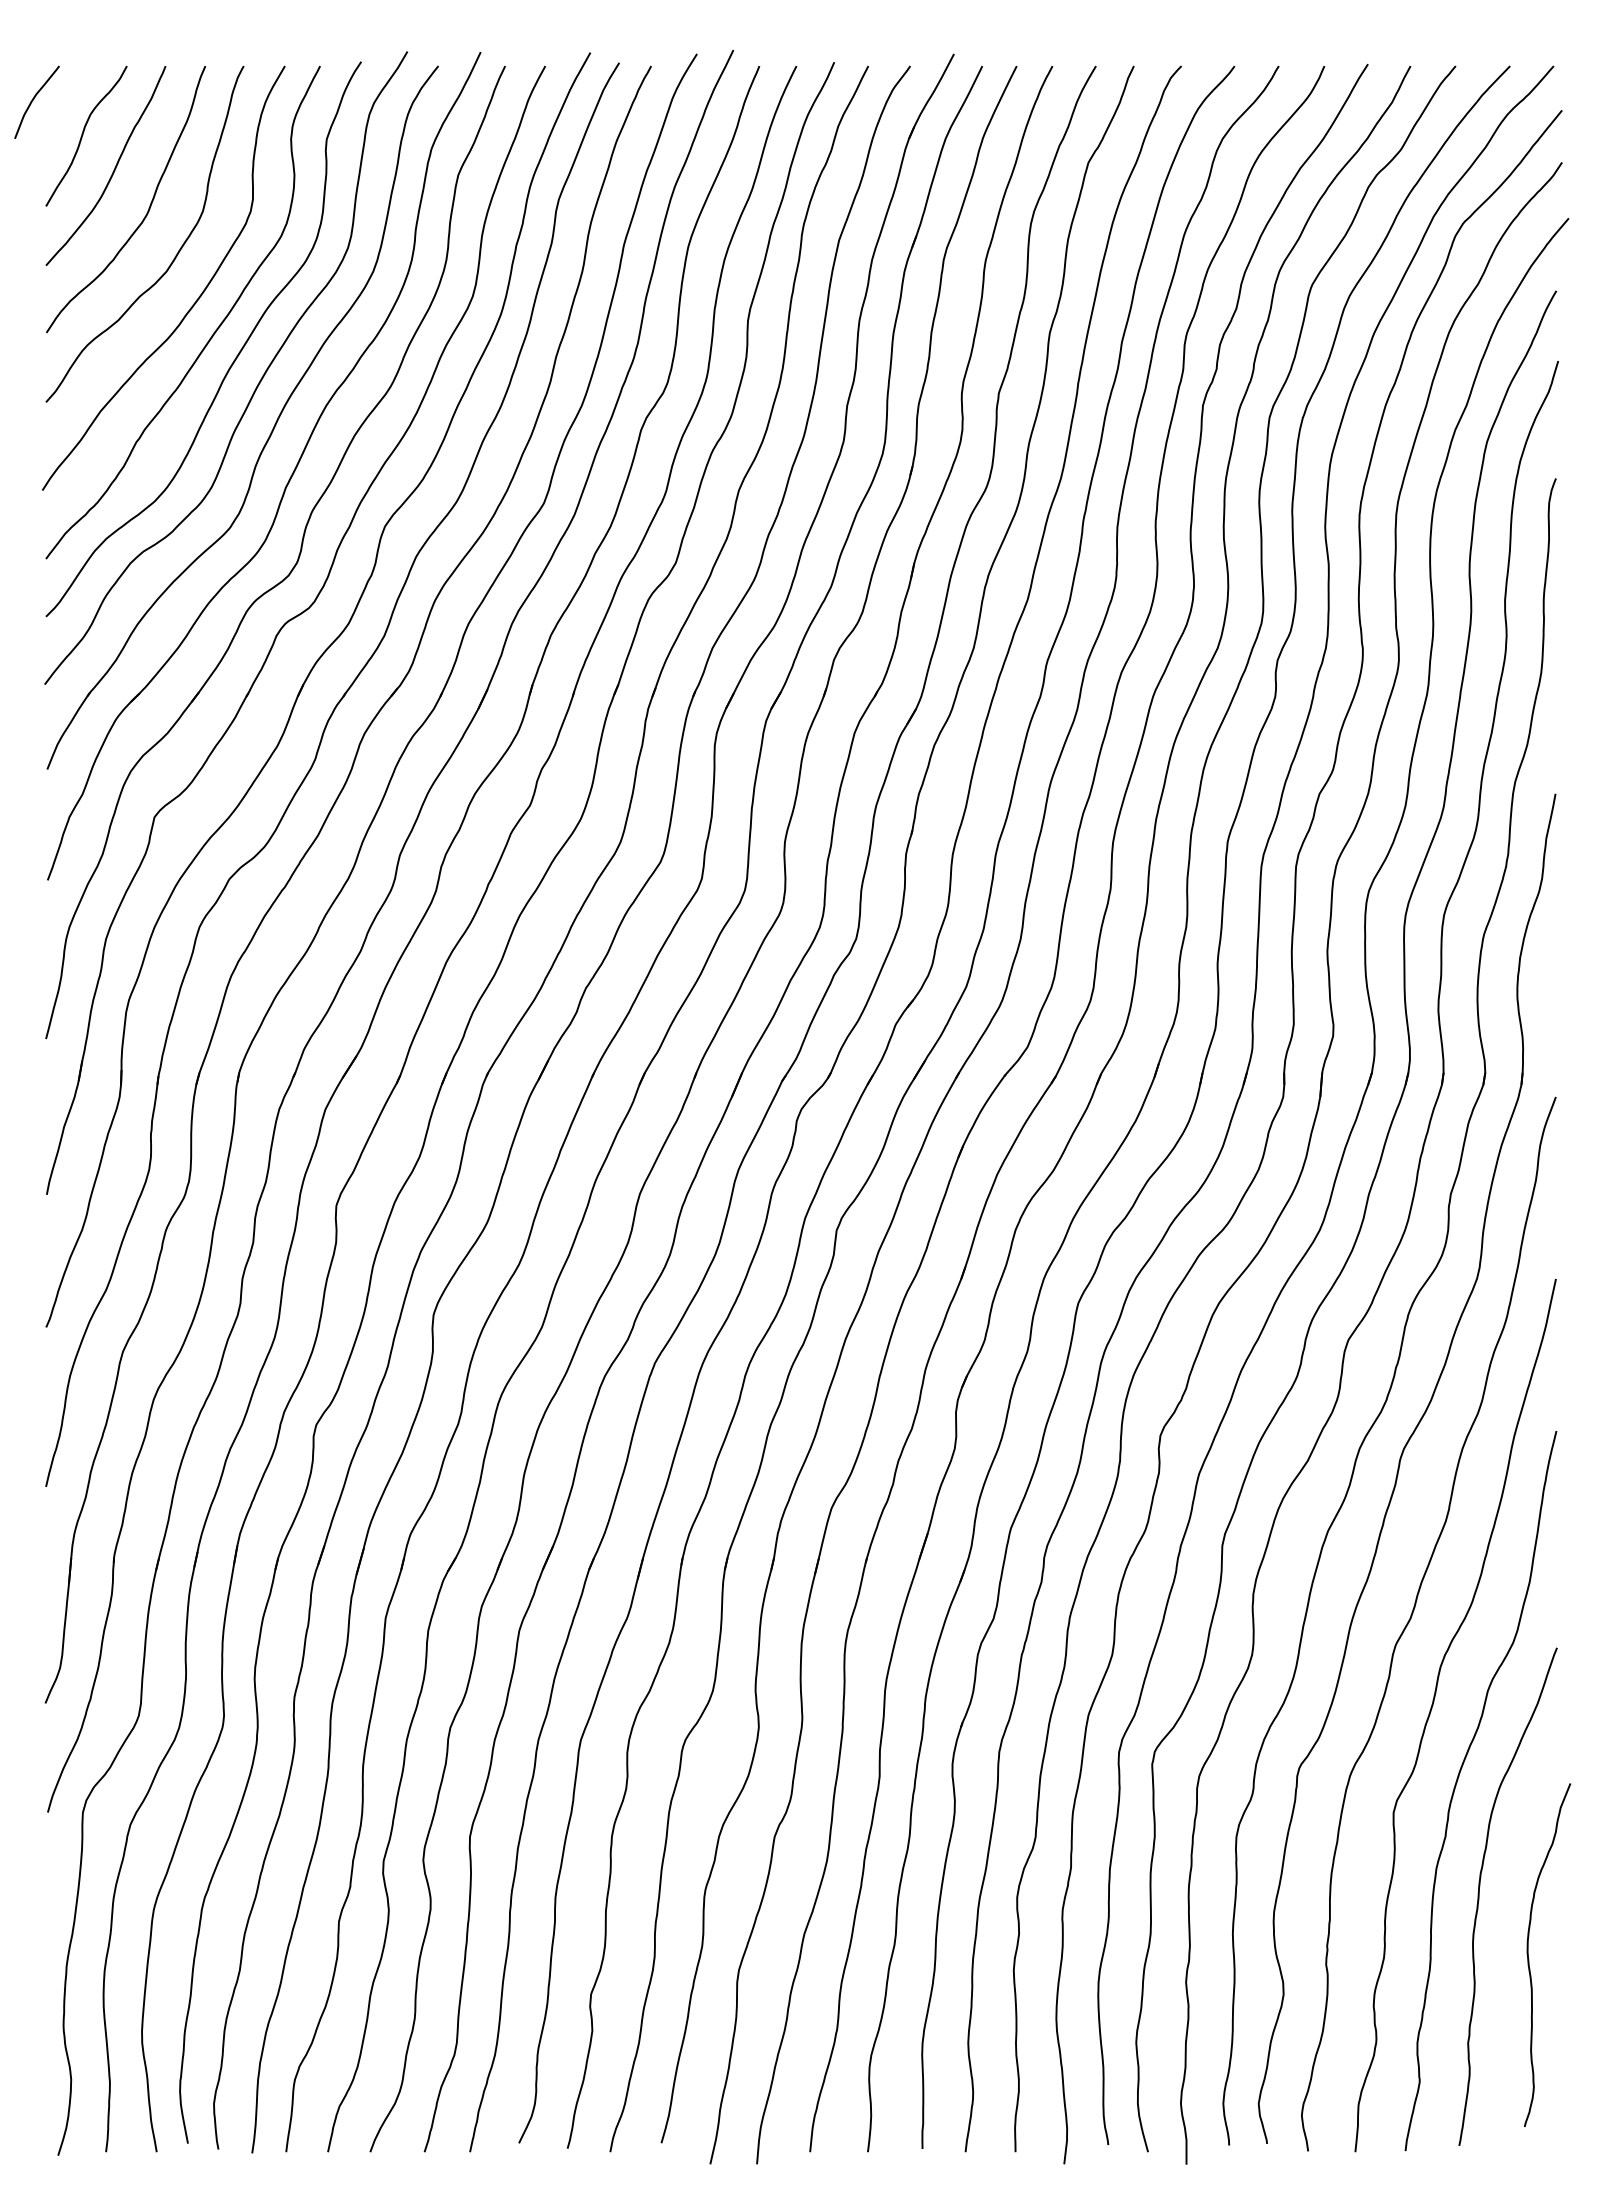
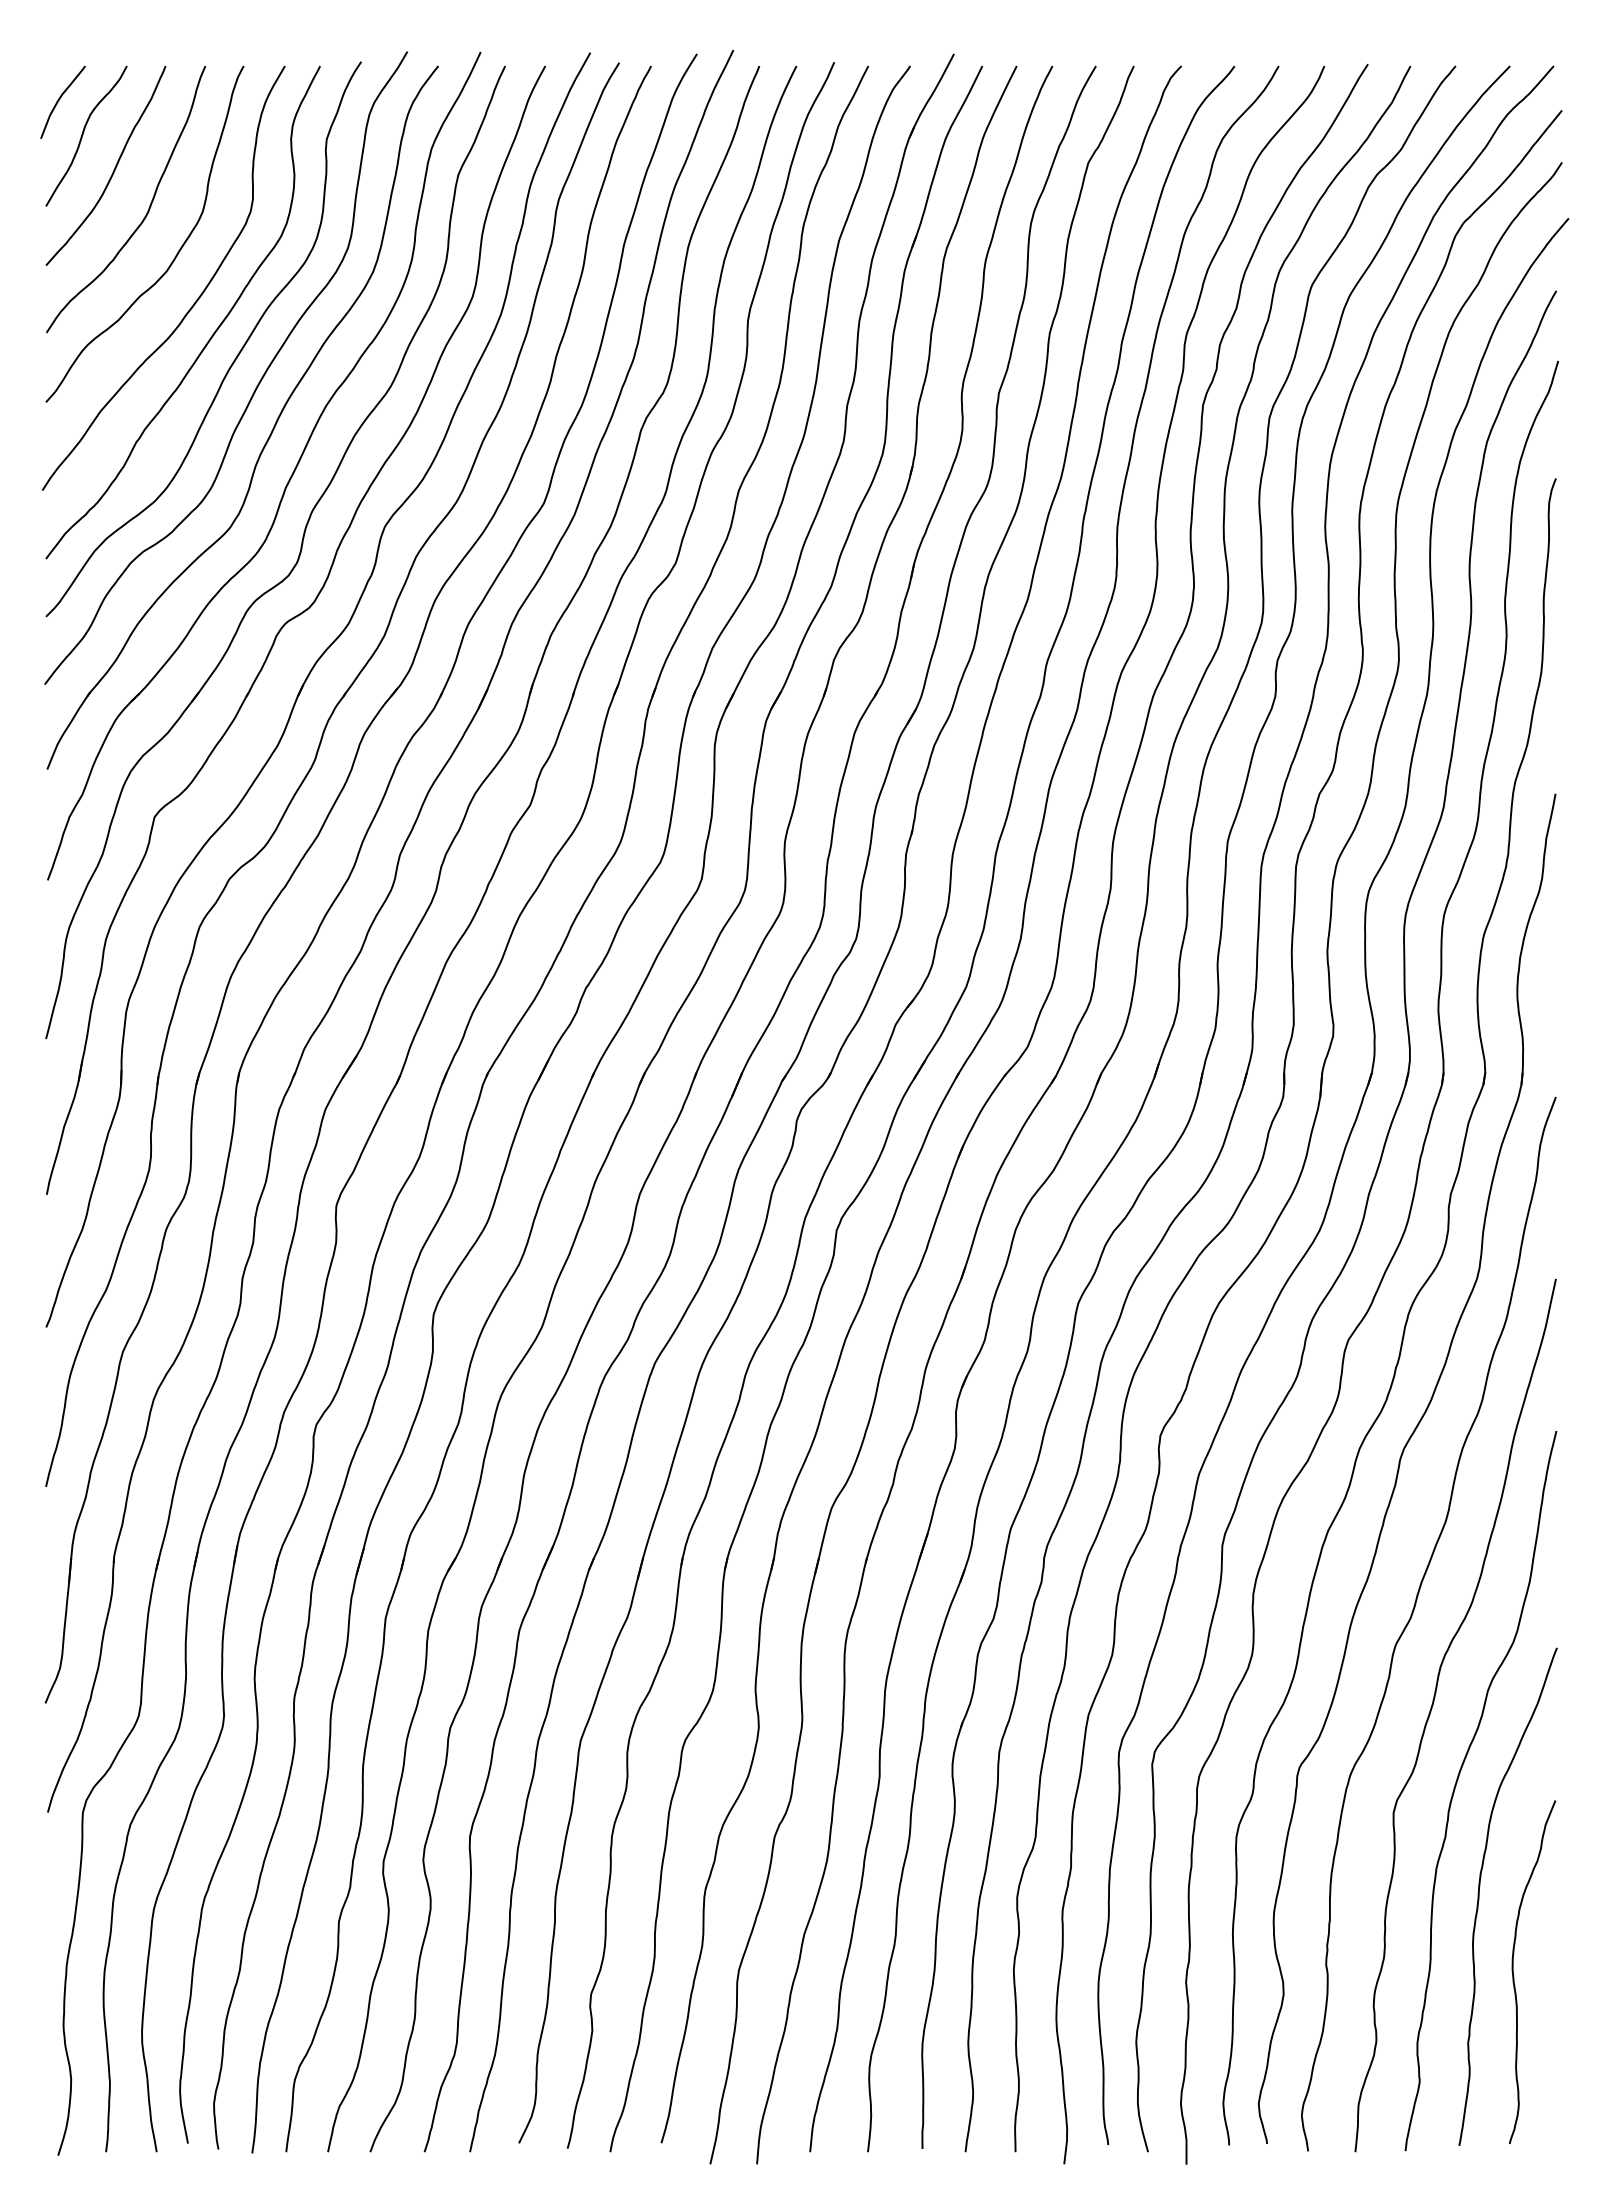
curve at (34, 99) position: (34, 99) -> (60, 99)
curve at (1529, 1959) position: (1529, 1959) -> (1514, 1976)
